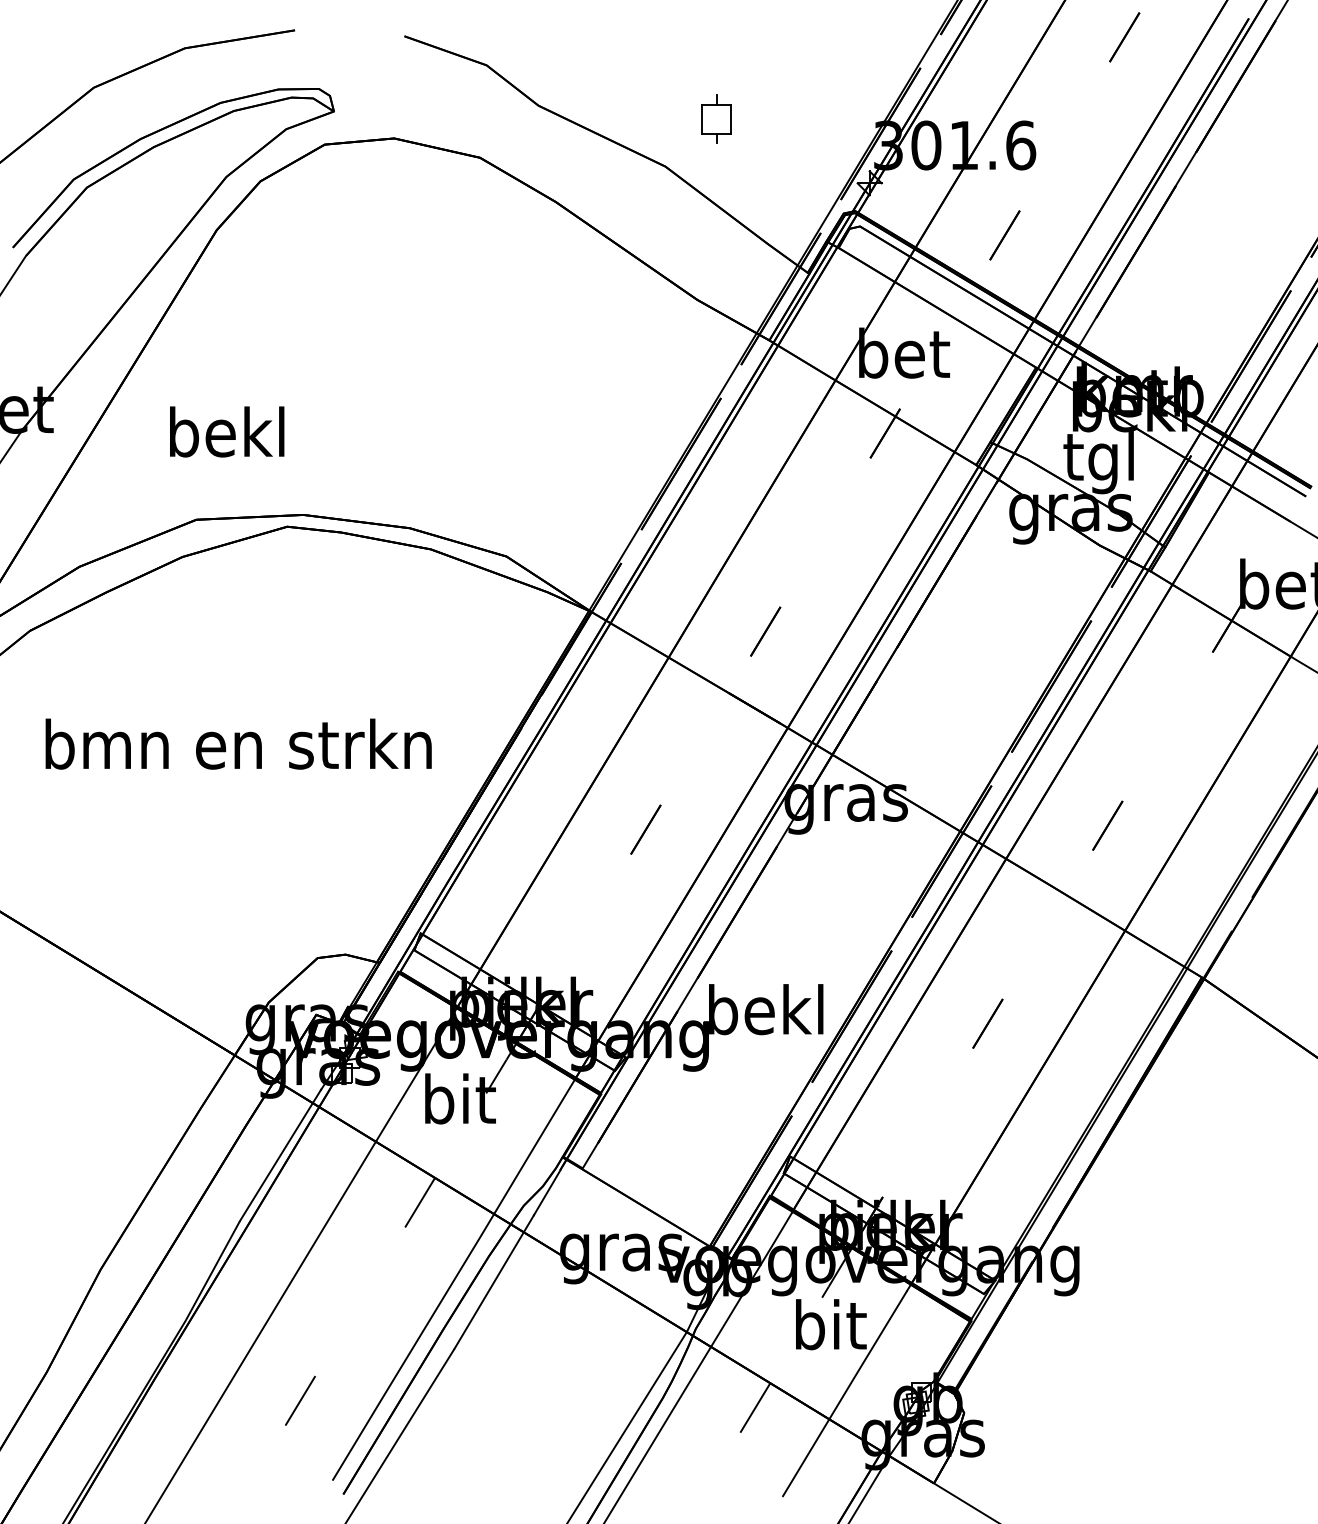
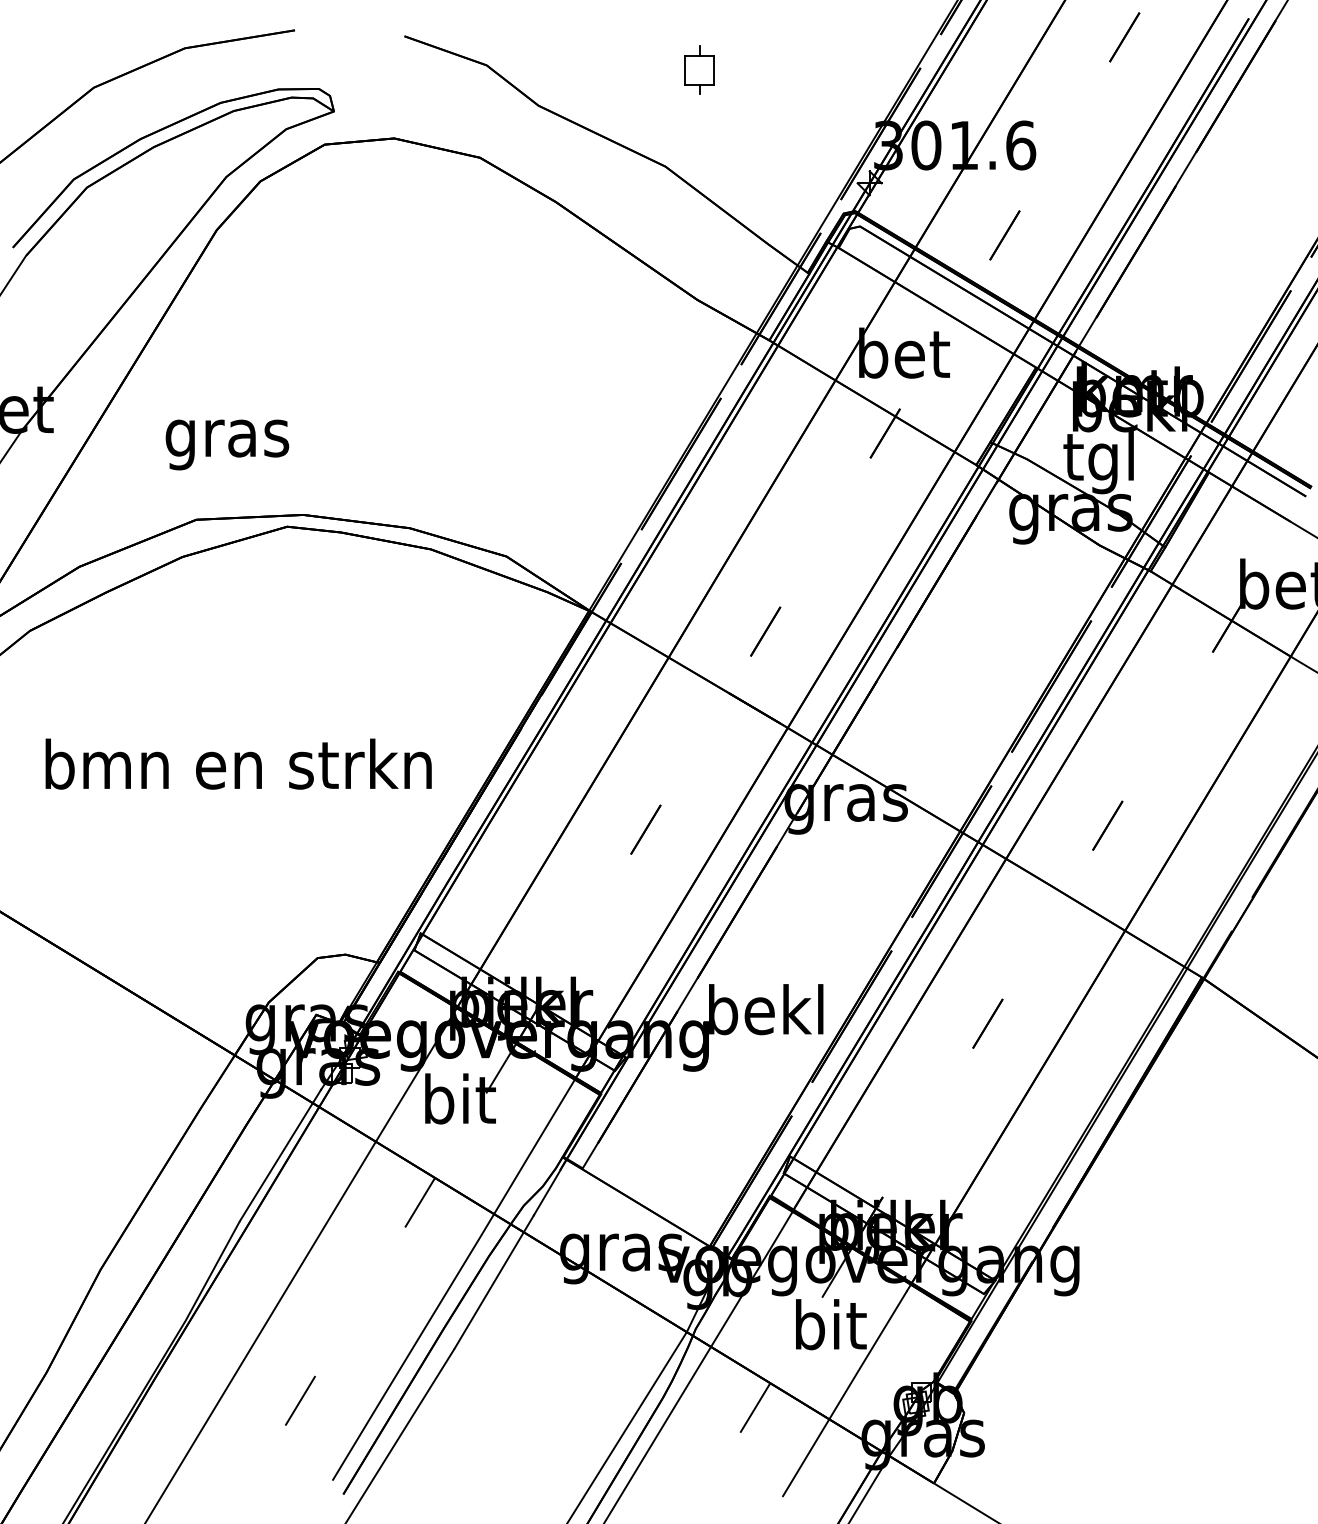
part at (716, 118) position: (716, 118) -> (699, 69)
text at (227, 438): bekl -> gras
text at (238, 743) position: (238, 743) -> (238, 763)
